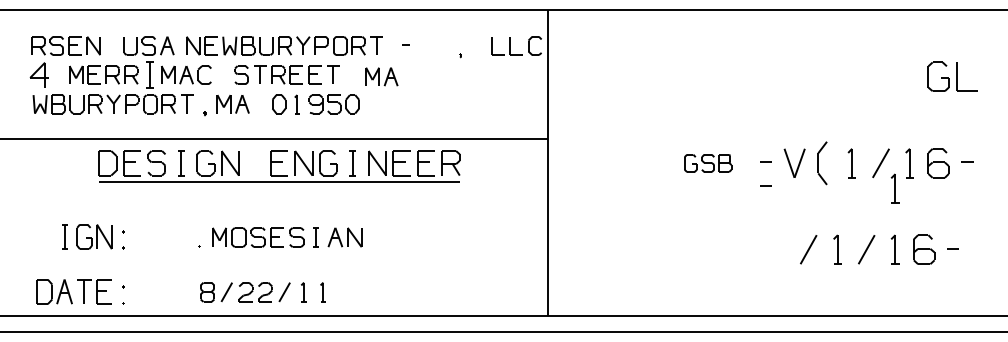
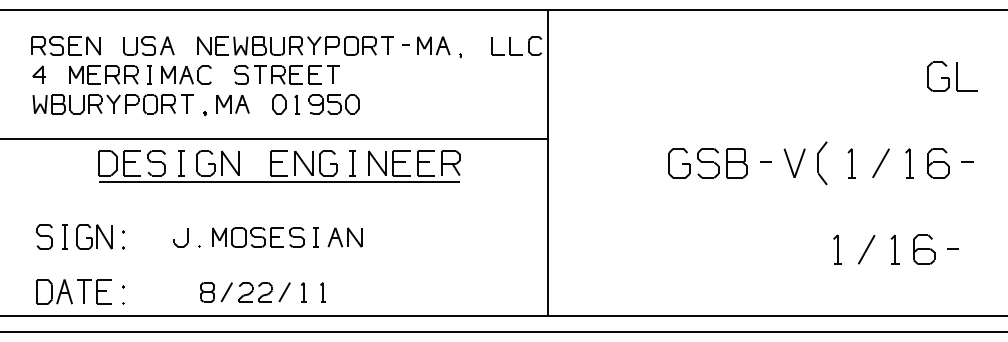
part at (284, 45) position: (284, 45) -> (295, 45)
part at (38, 74) size: 20x26 px -> 14x19 px
part at (149, 74) size: 8x28 px -> 5x20 px
part at (381, 76) position: (381, 76) -> (433, 45)
part at (708, 163) size: 49x19 px -> 80x31 px
line at (765, 185): present -> none
part at (894, 188): present -> none
part at (44, 236): none -> present
part at (174, 239): none -> present
line at (808, 249): present -> none
